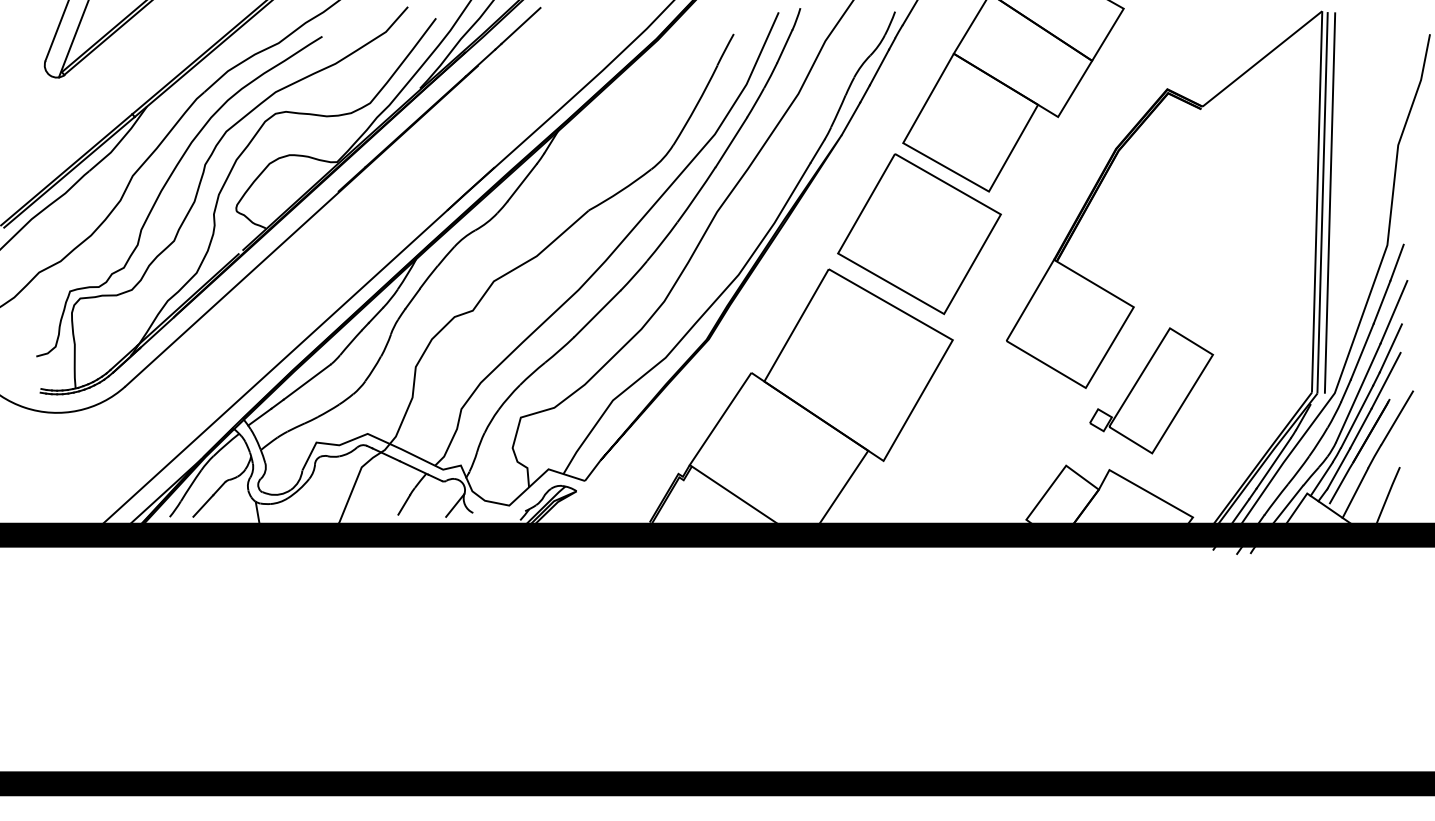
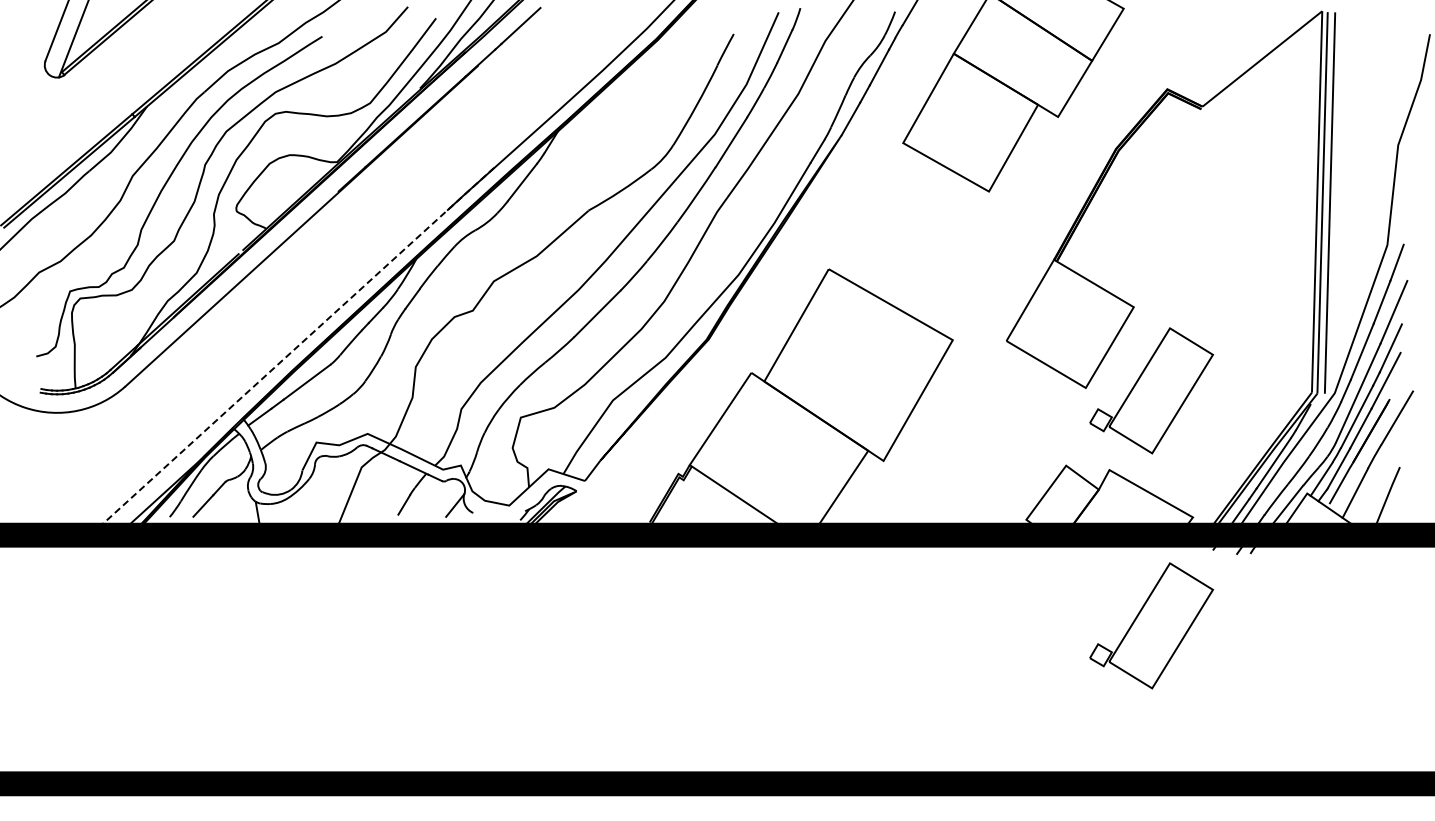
part at (919, 234): present -> none
line at (292, 351): solid -> dashed
part at (1151, 625): none -> present
